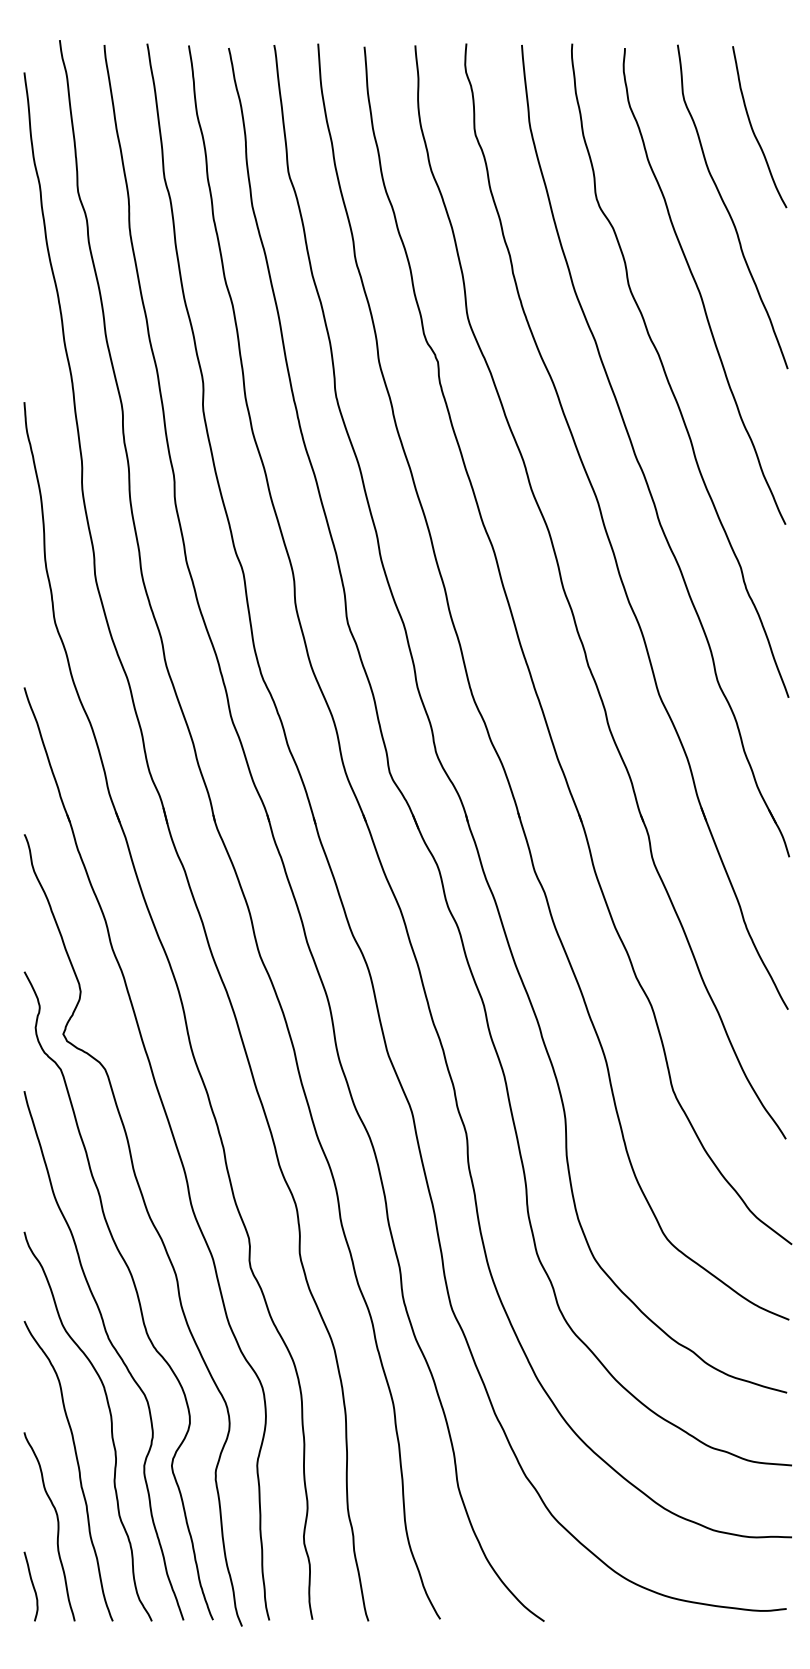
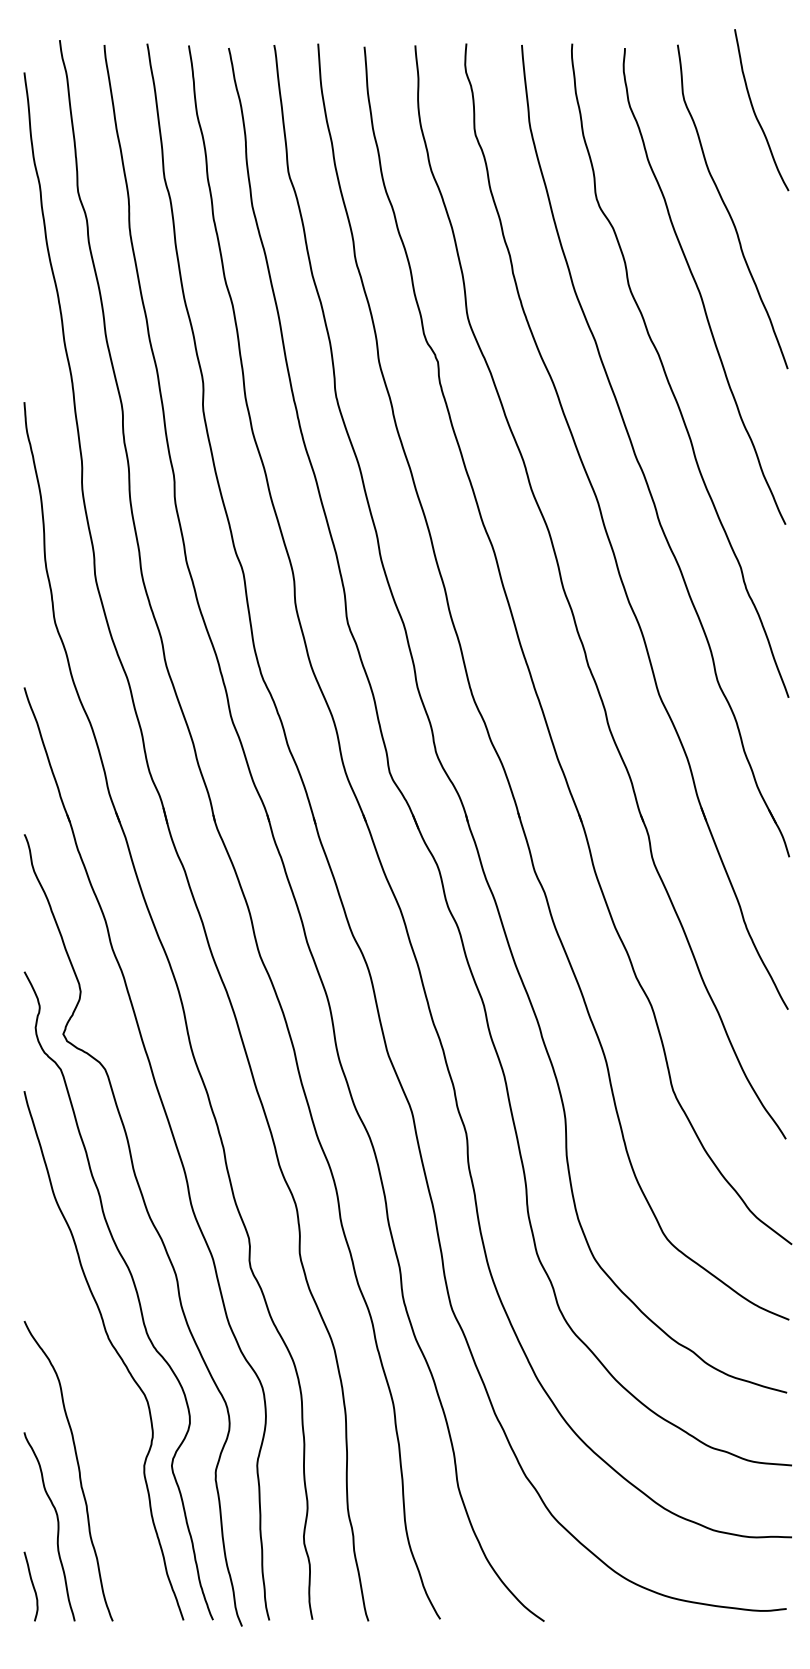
curve at (753, 129) position: (753, 129) -> (755, 112)
curve at (110, 1422): present -> none
